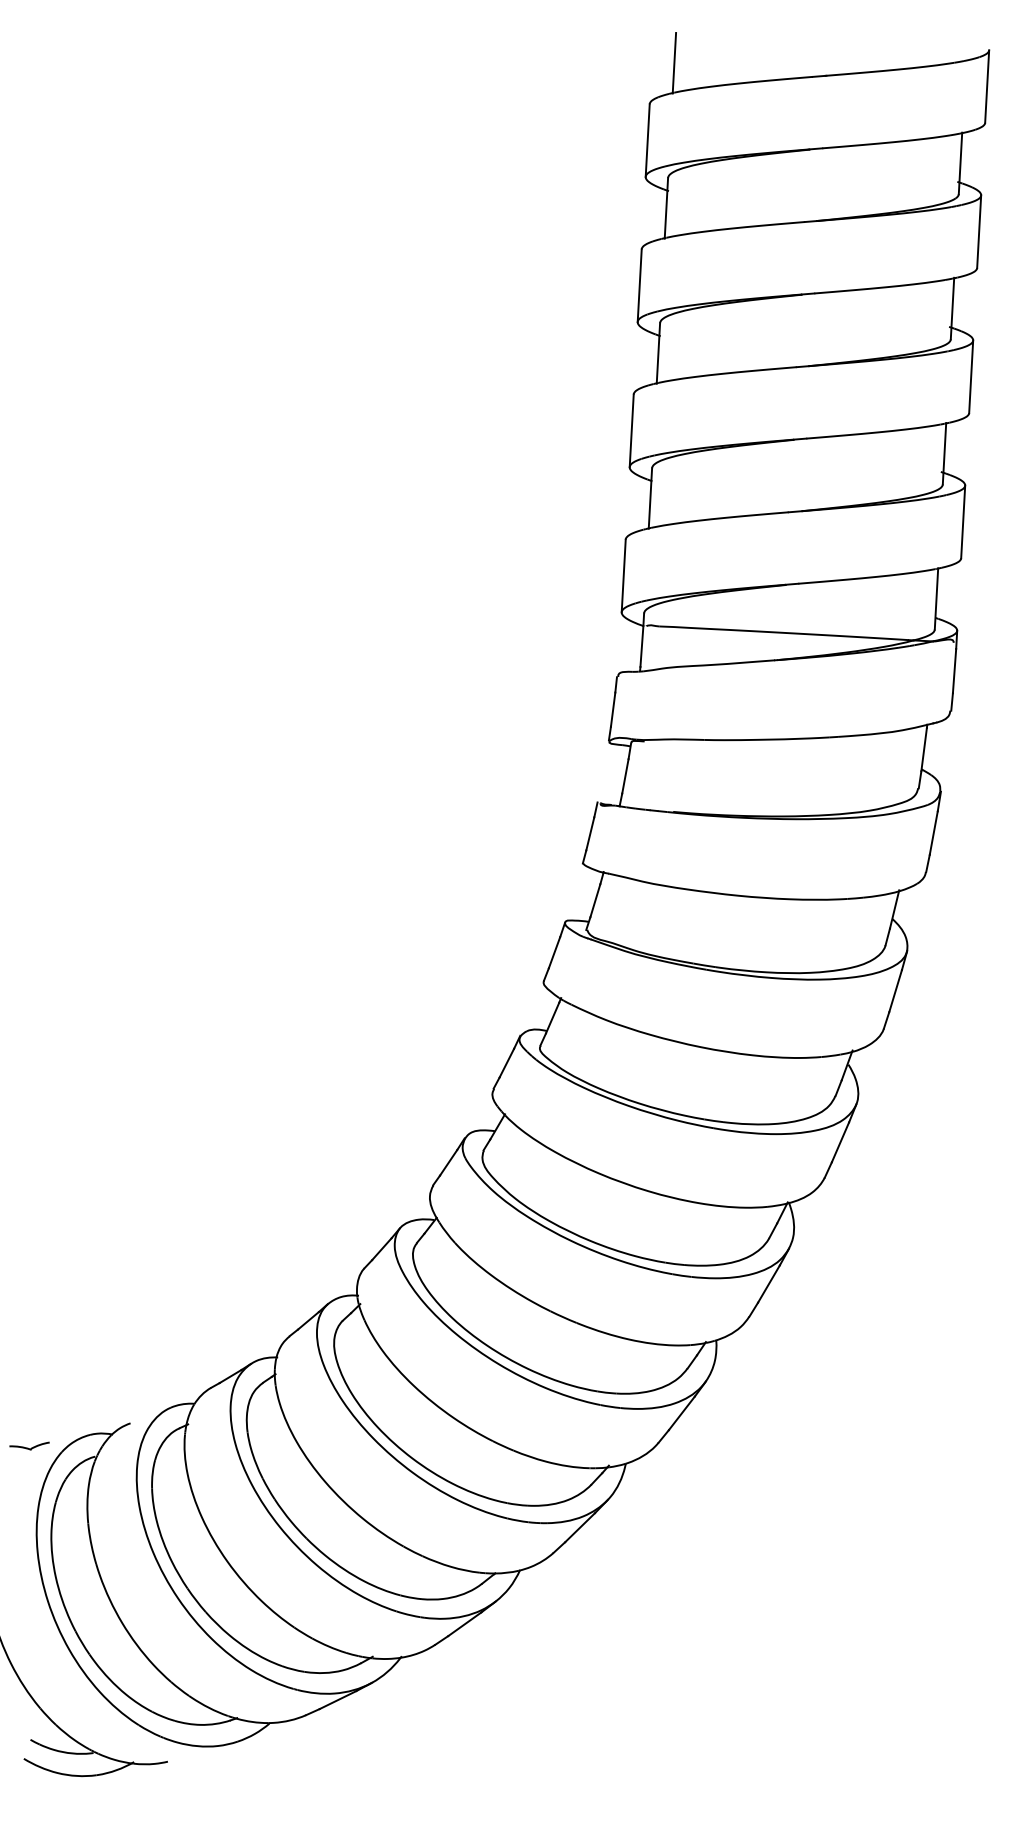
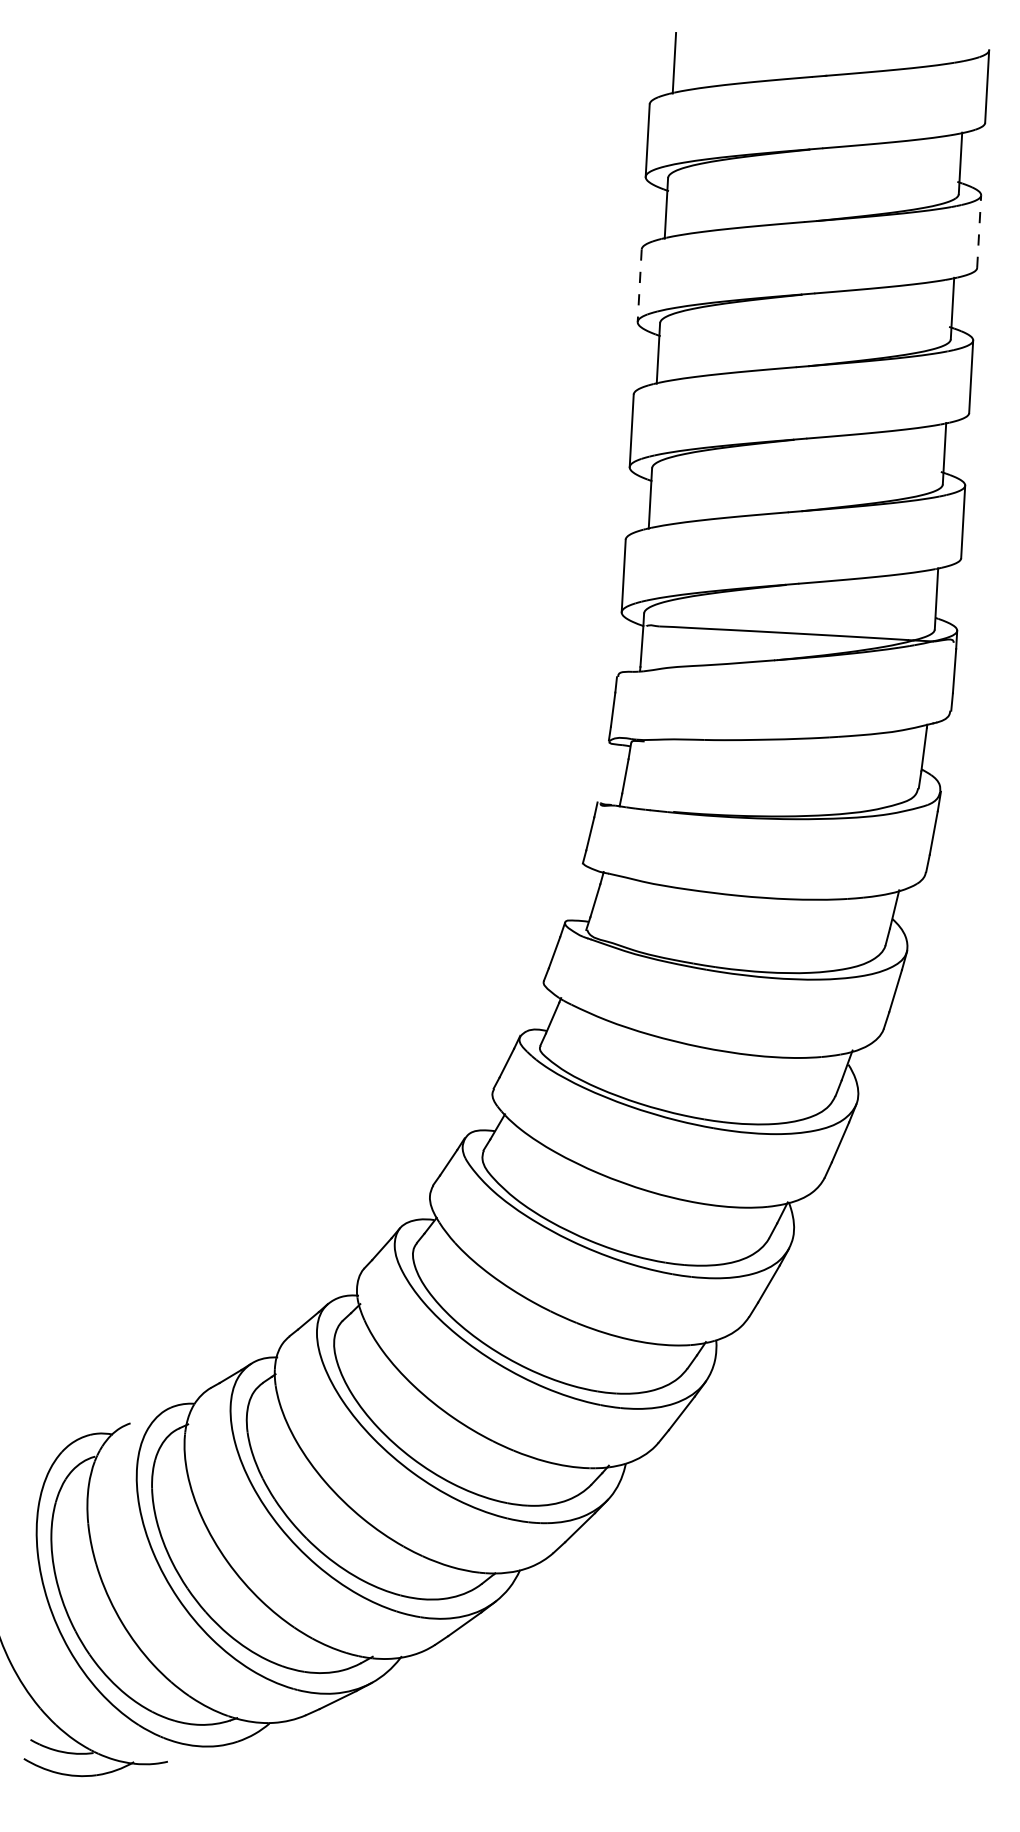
line at (979, 231): solid -> dashed
line at (639, 286): solid -> dashed
part at (29, 1445): present -> none
